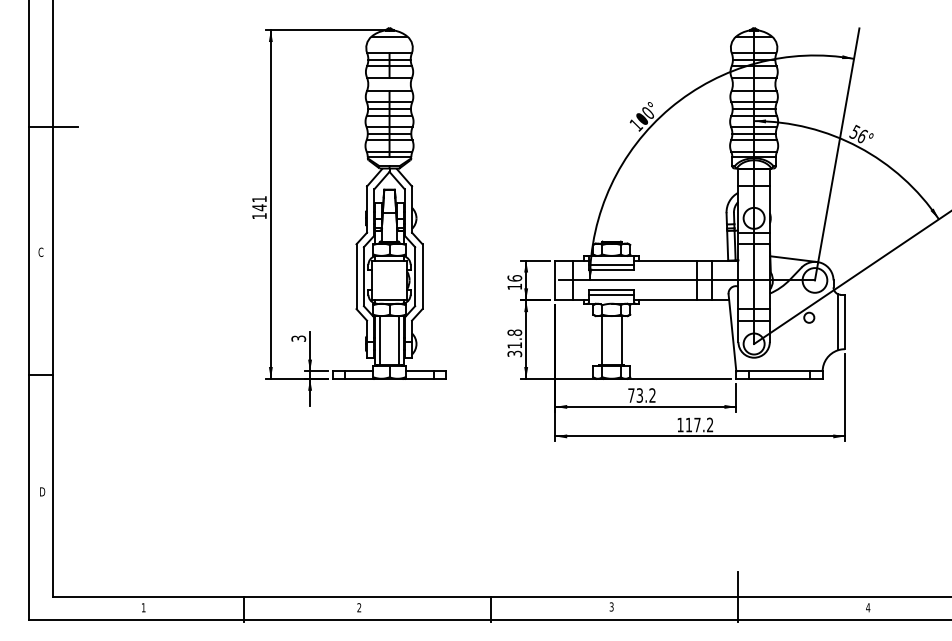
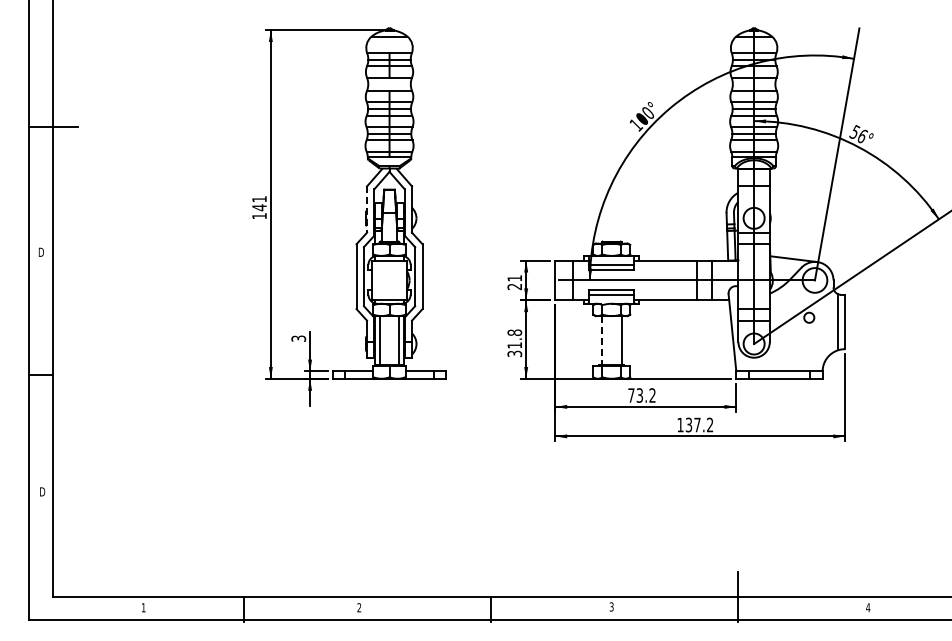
line at (367, 210): solid -> dashed
text at (40, 251): C -> D
text at (514, 282): 16 -> 21
line at (601, 340): solid -> dashed
text at (688, 424): 117.2 -> 137.2
